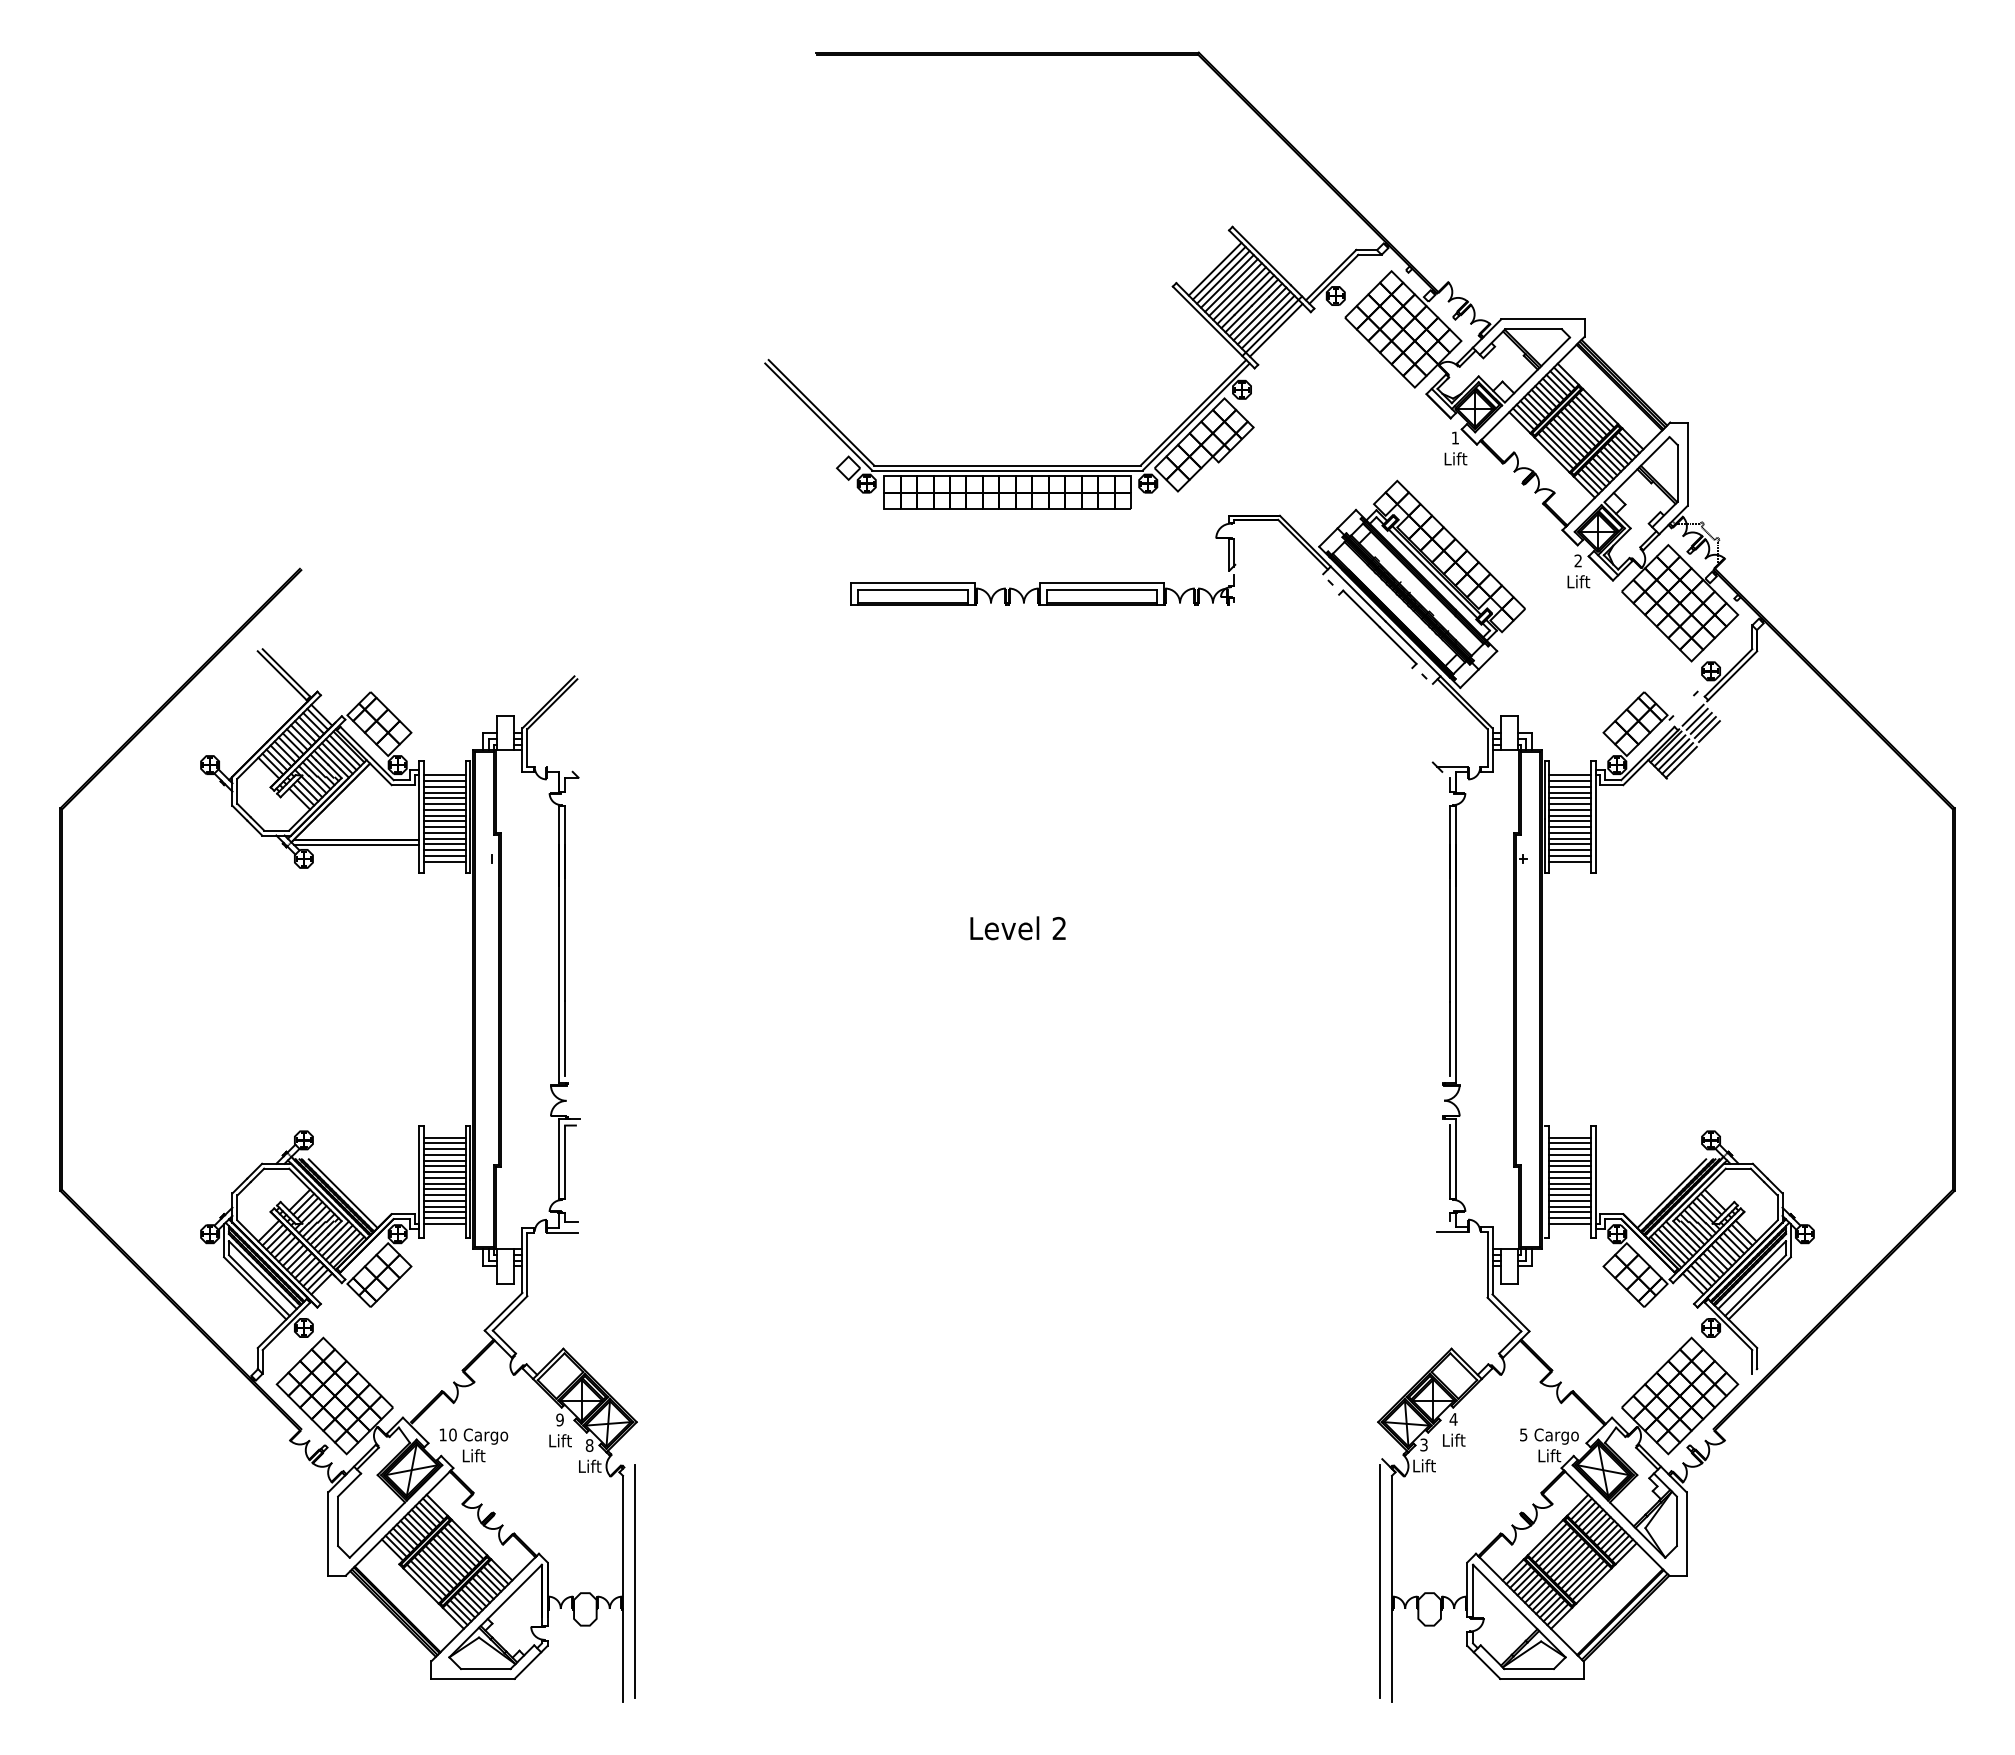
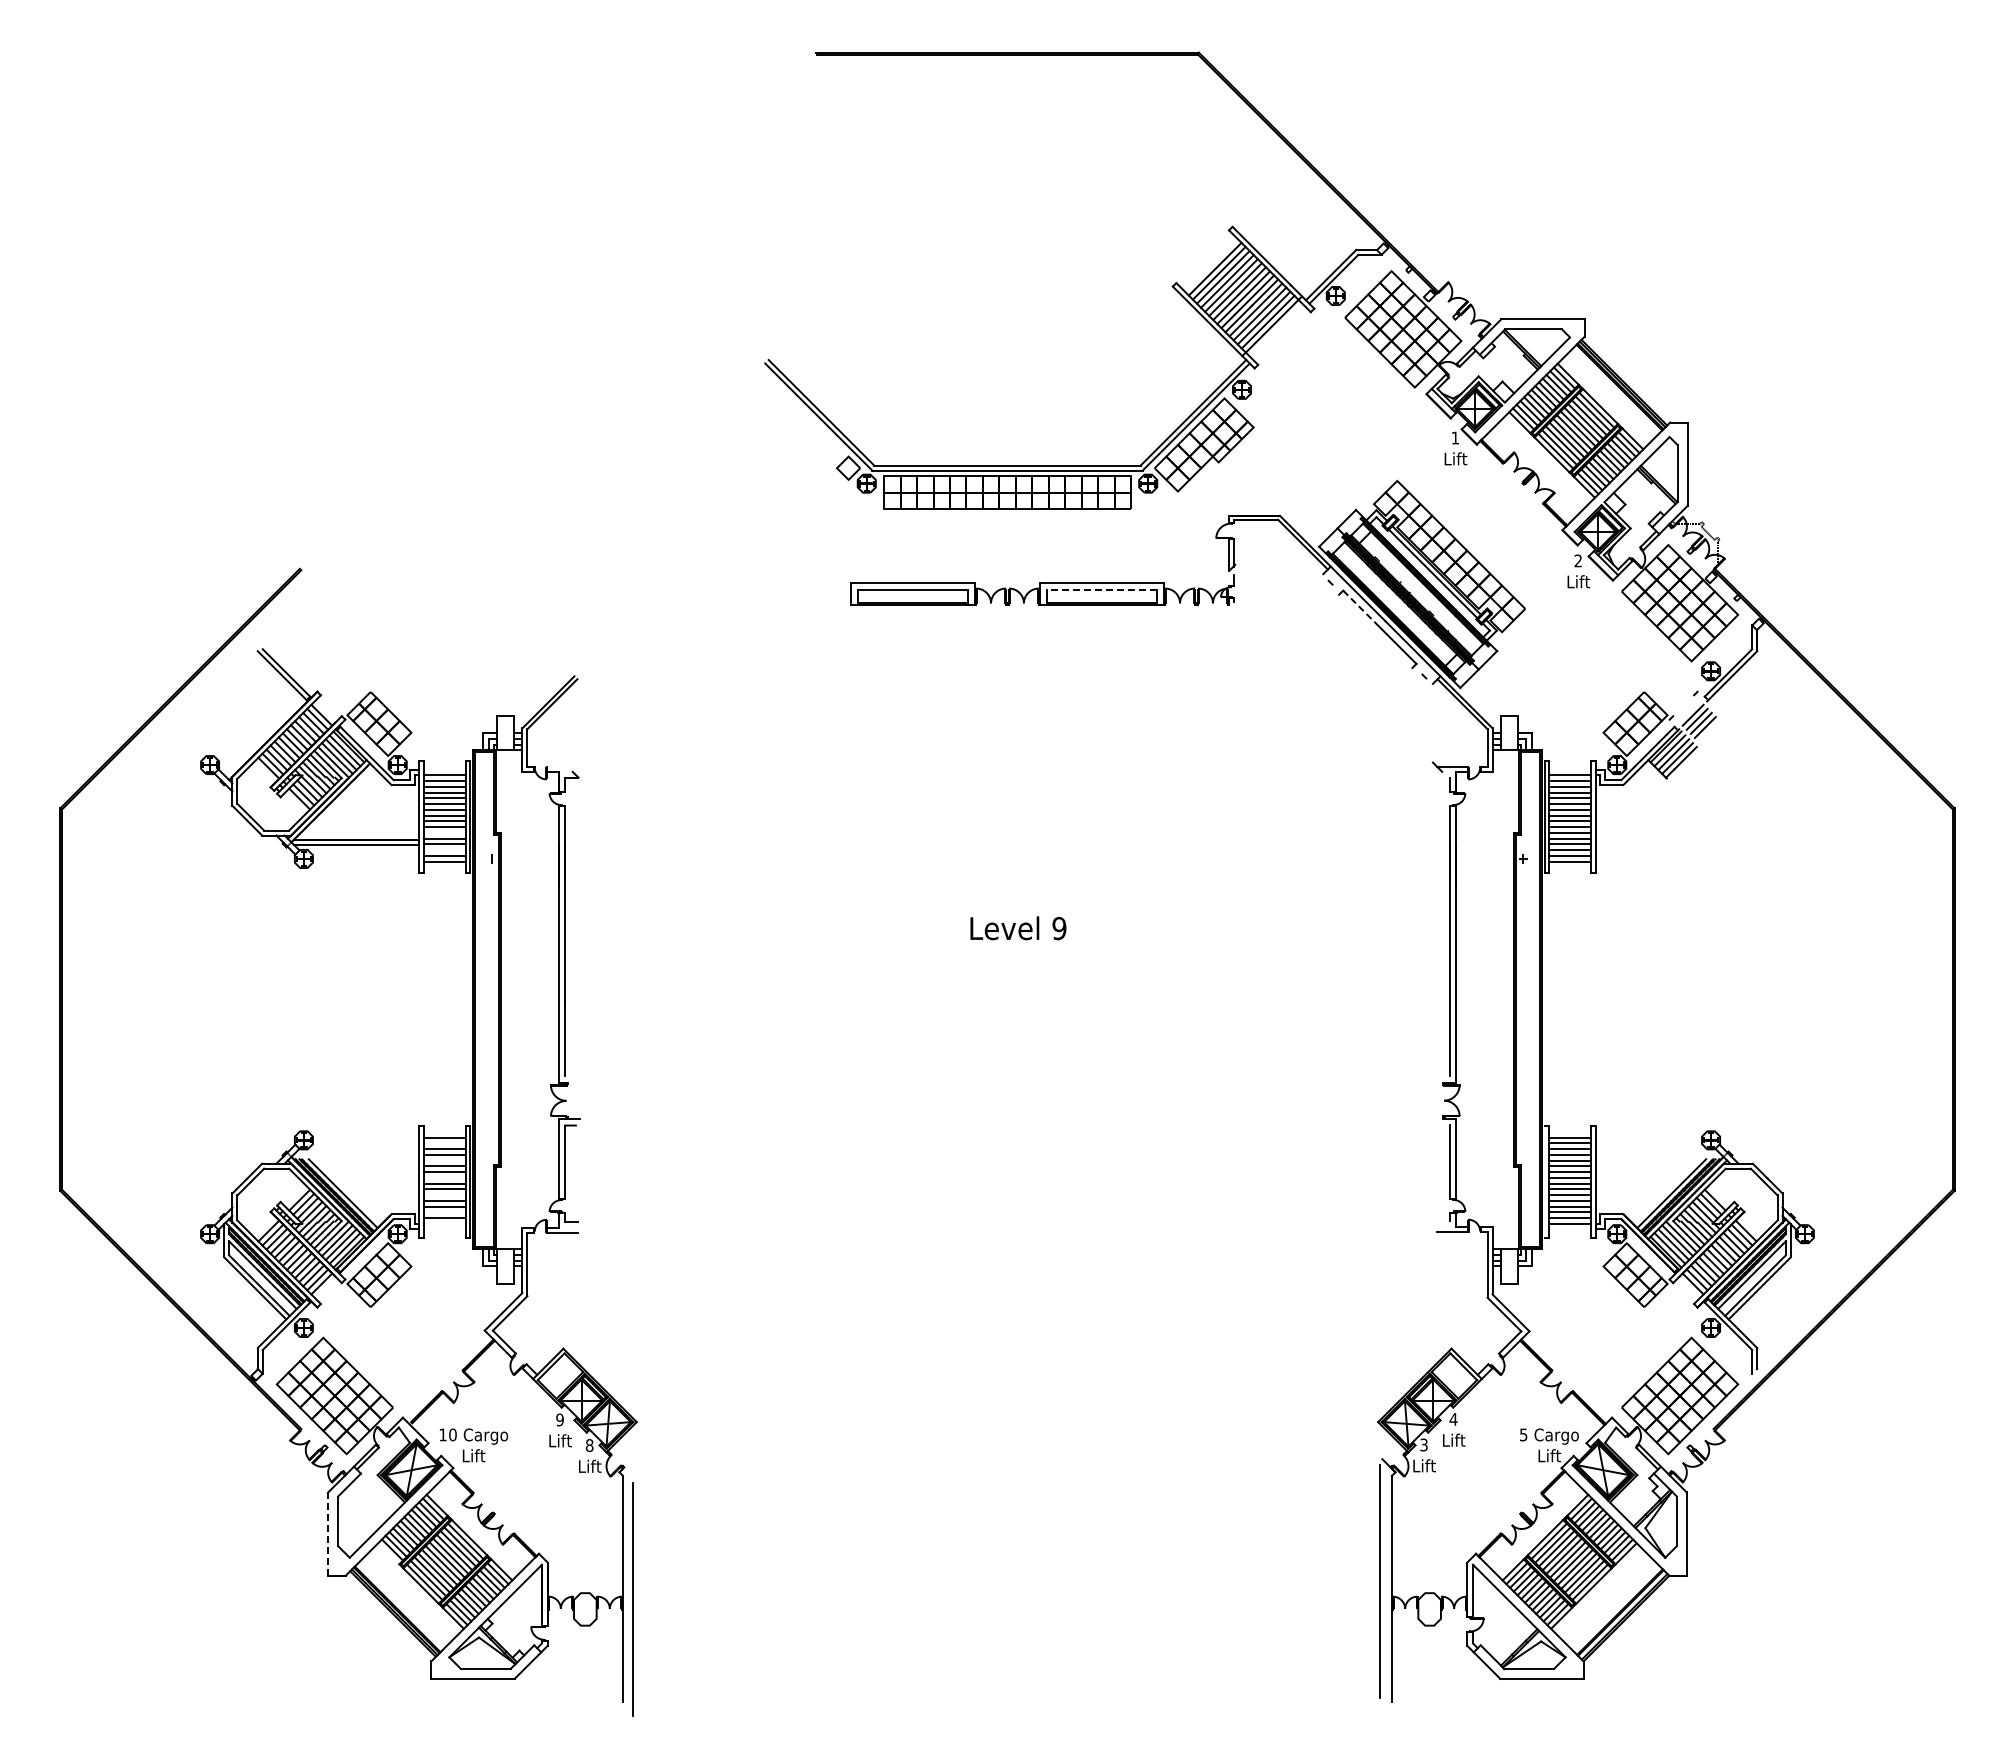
line at (1275, 329): present -> none
line at (1102, 589): solid -> dashed
line at (1361, 608): solid -> dashed
line at (1708, 731): present -> none
line at (444, 832): present -> none
line at (444, 850): present -> none
text at (1059, 928): 2 -> 9
line at (444, 1143): present -> none
line at (444, 1160): present -> none
line at (444, 1177): present -> none
line at (444, 1195): present -> none
line at (444, 1212): present -> none
line at (444, 1224): present -> none
line at (328, 1534): solid -> dashed
line at (634, 1581) position: (634, 1581) -> (632, 1599)
